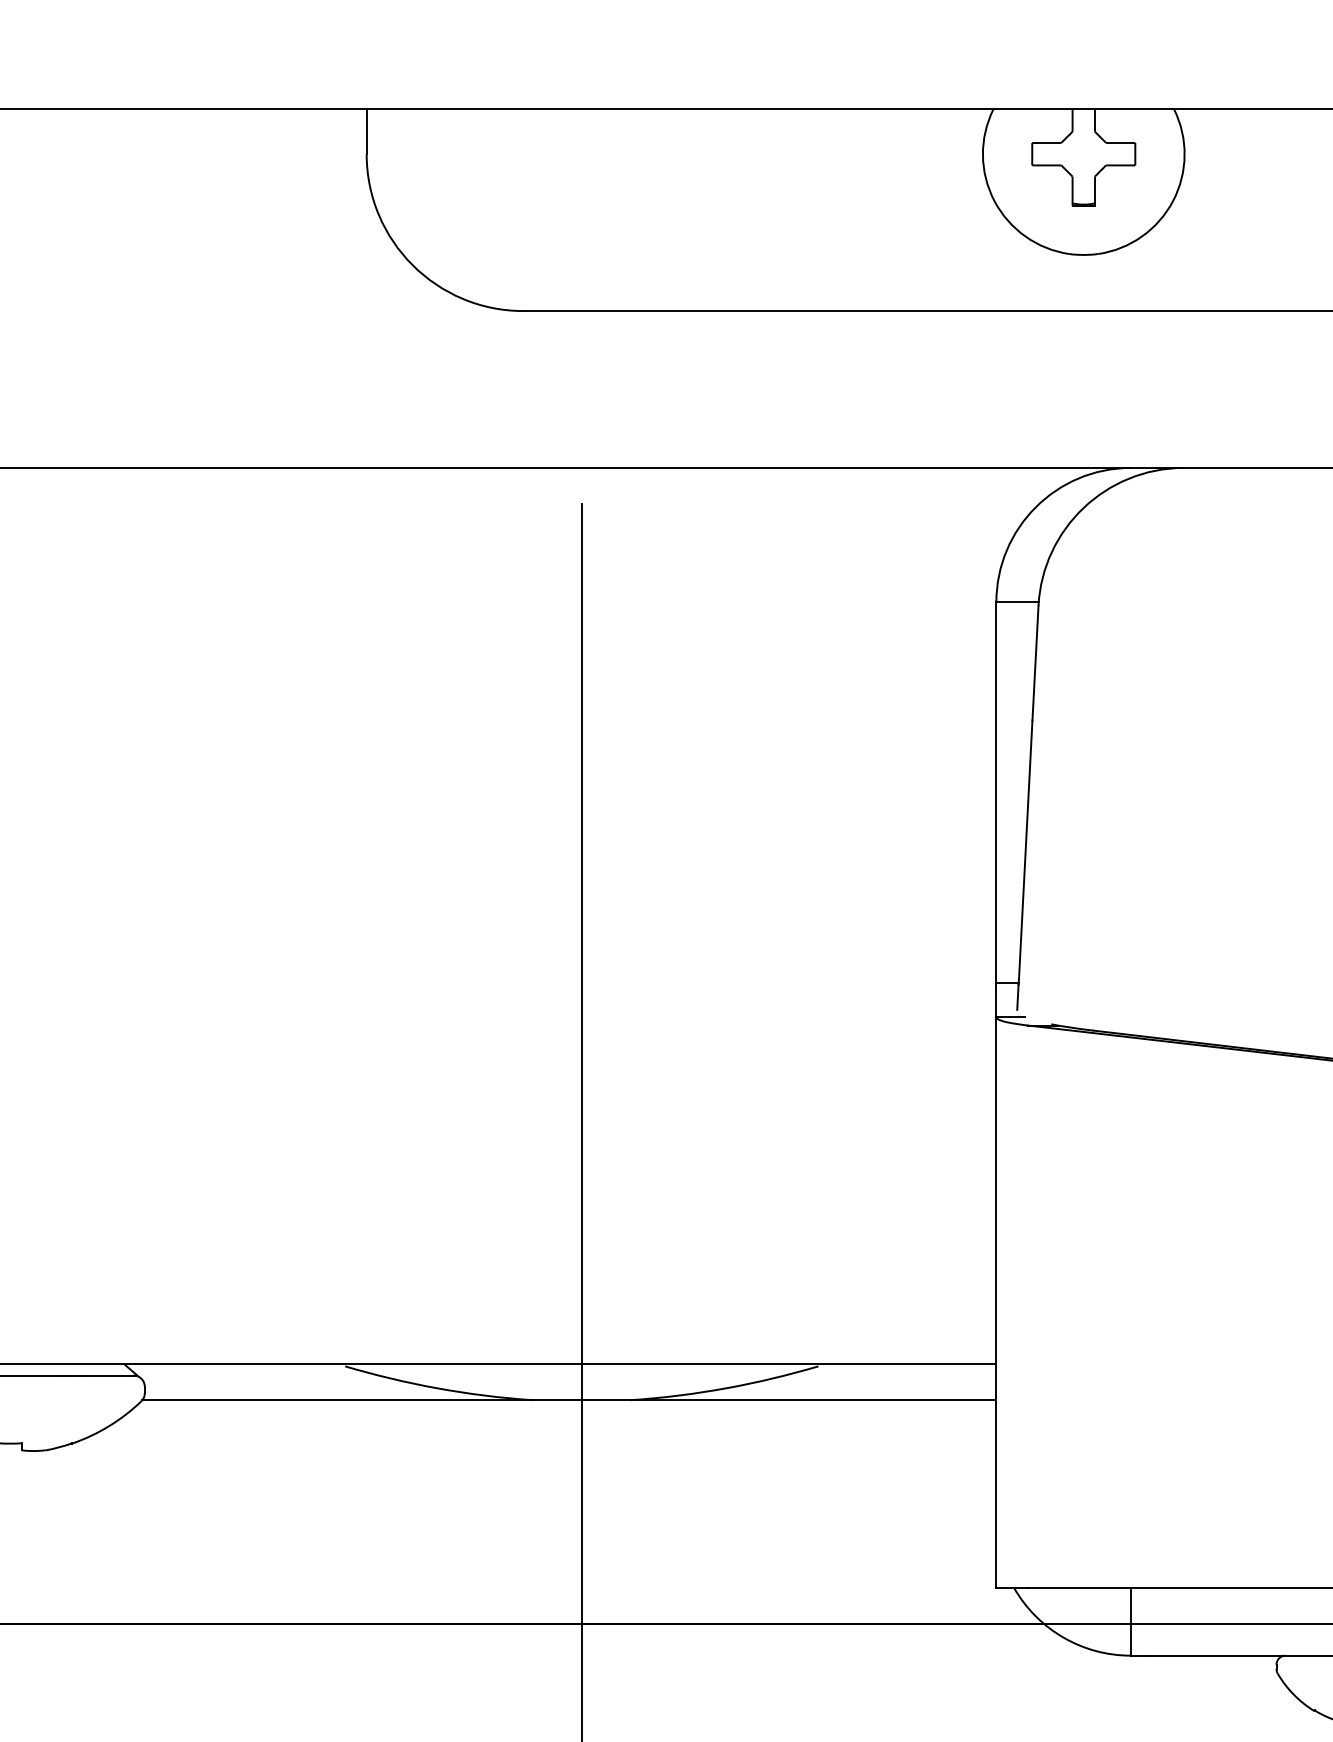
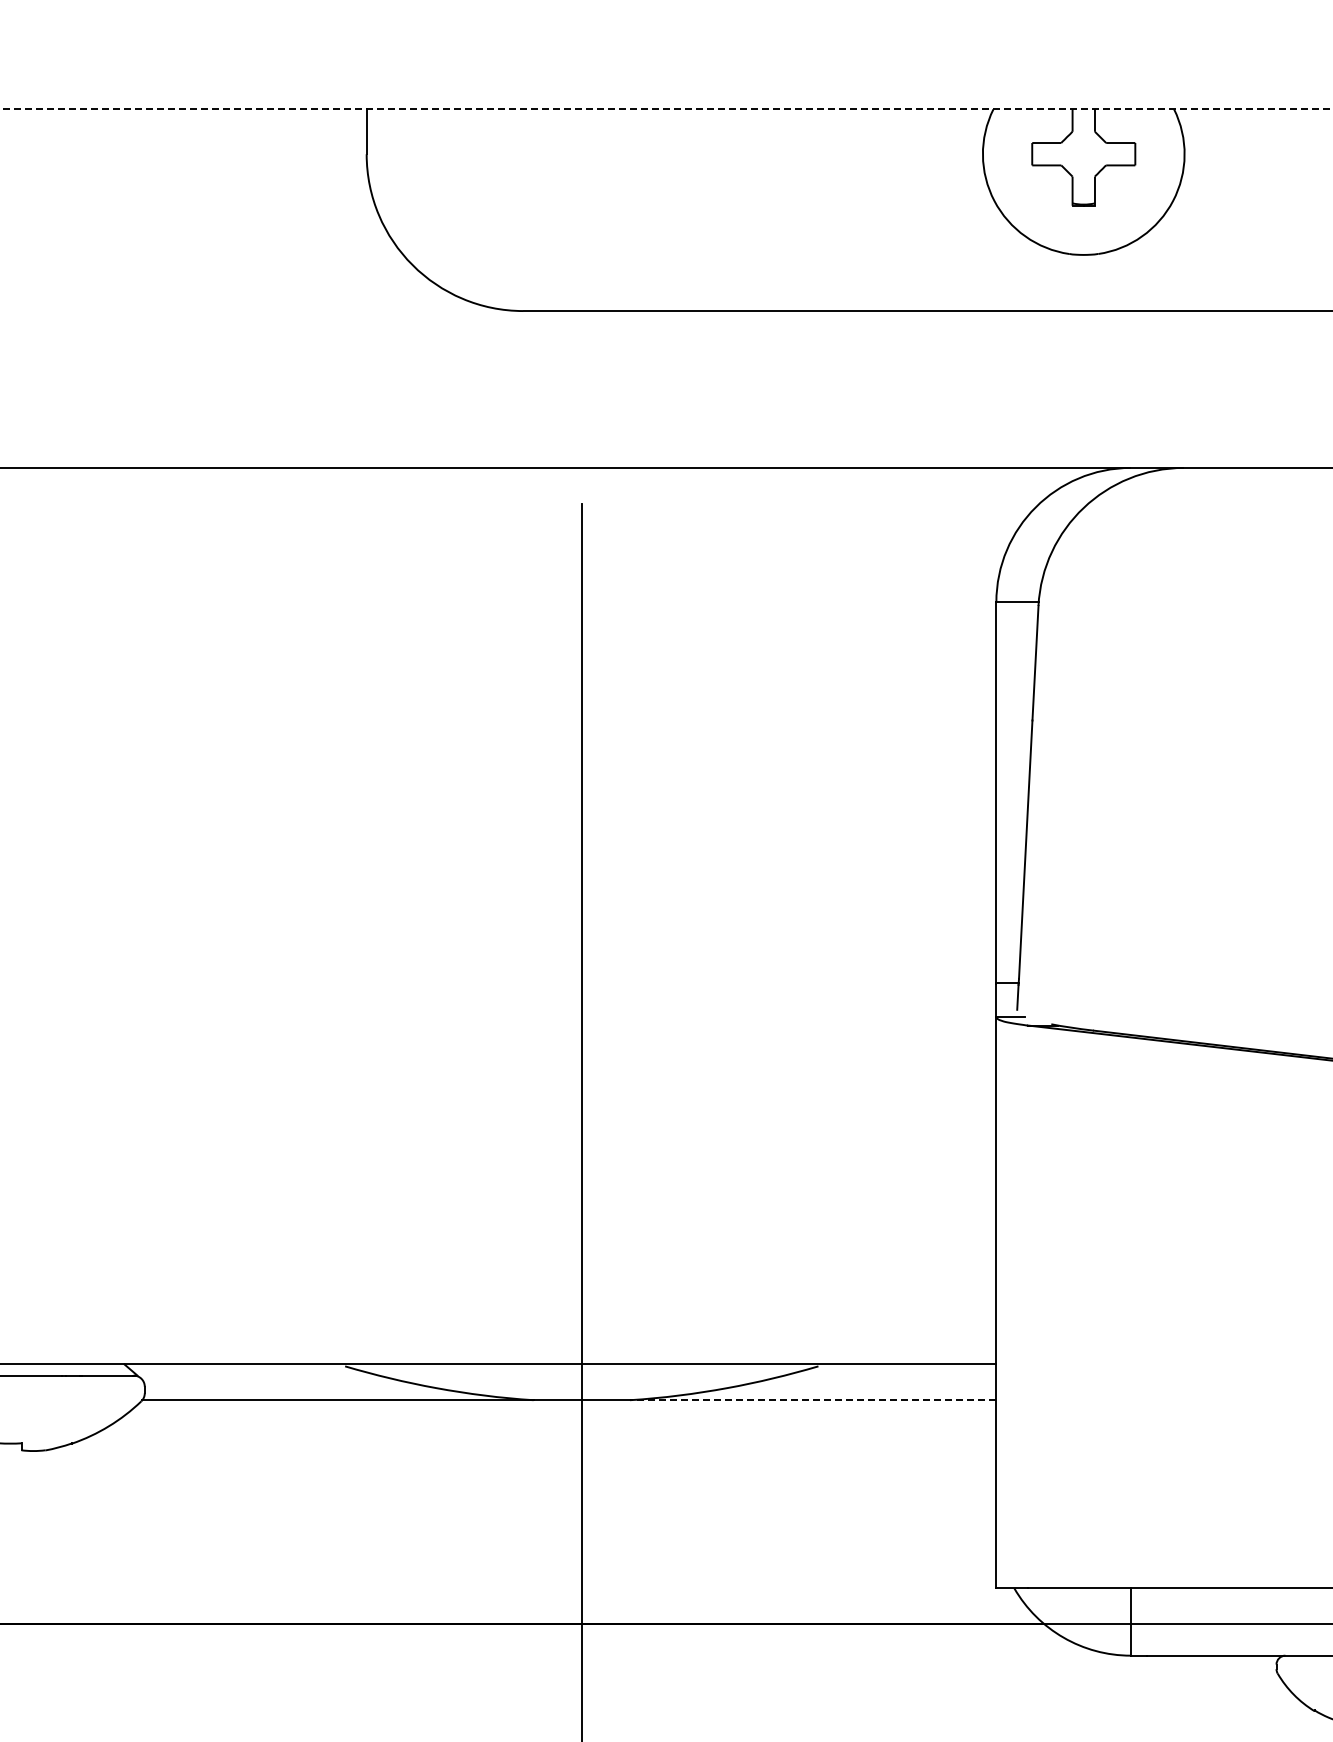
line at (666, 109): solid -> dashed
line at (812, 1400): solid -> dashed
